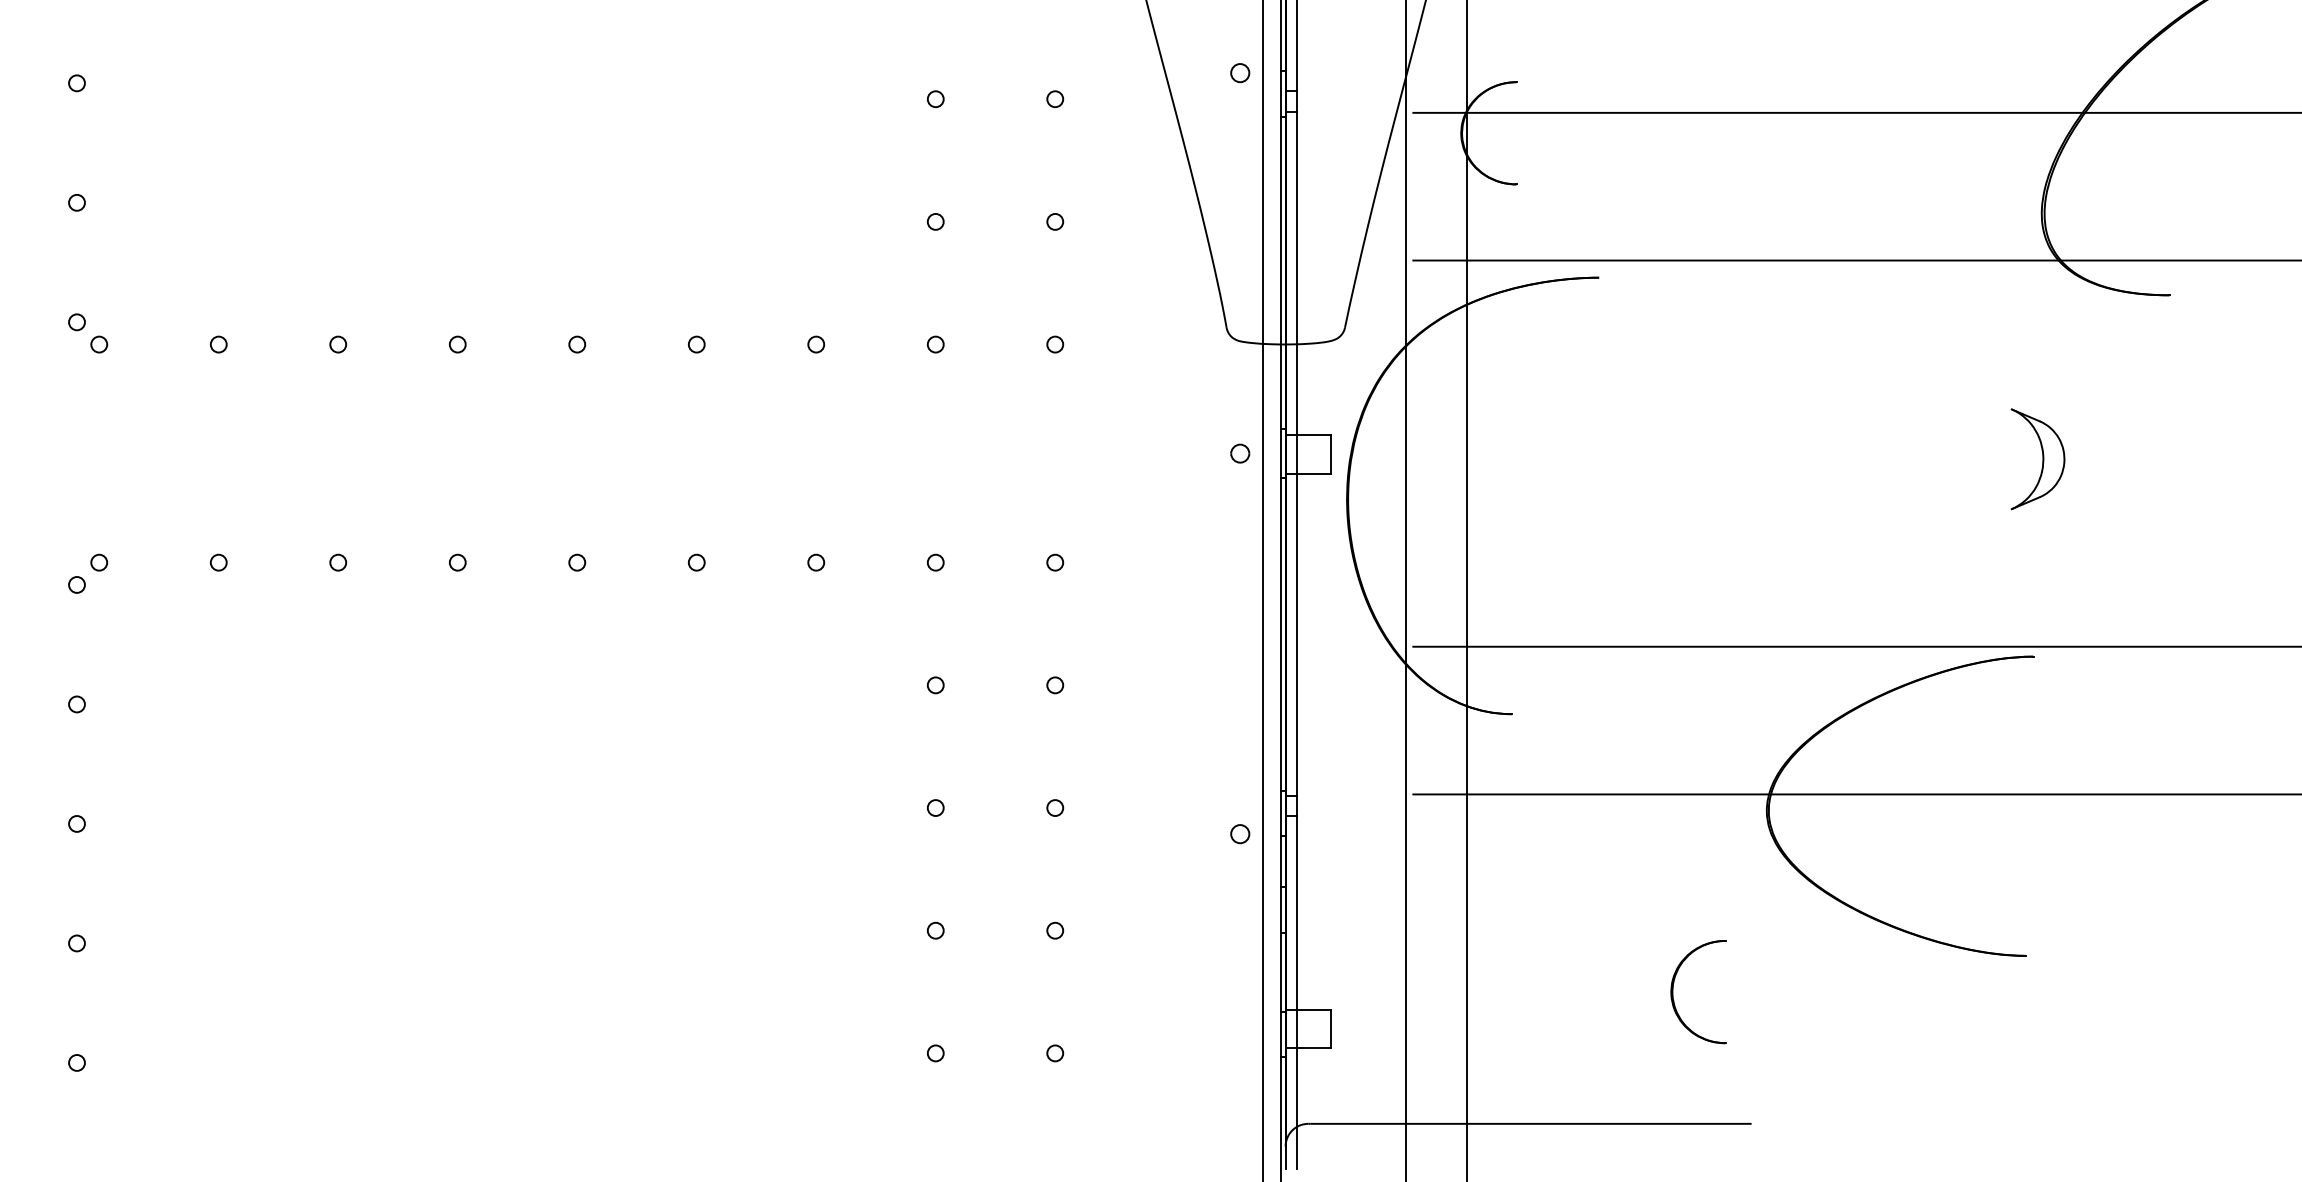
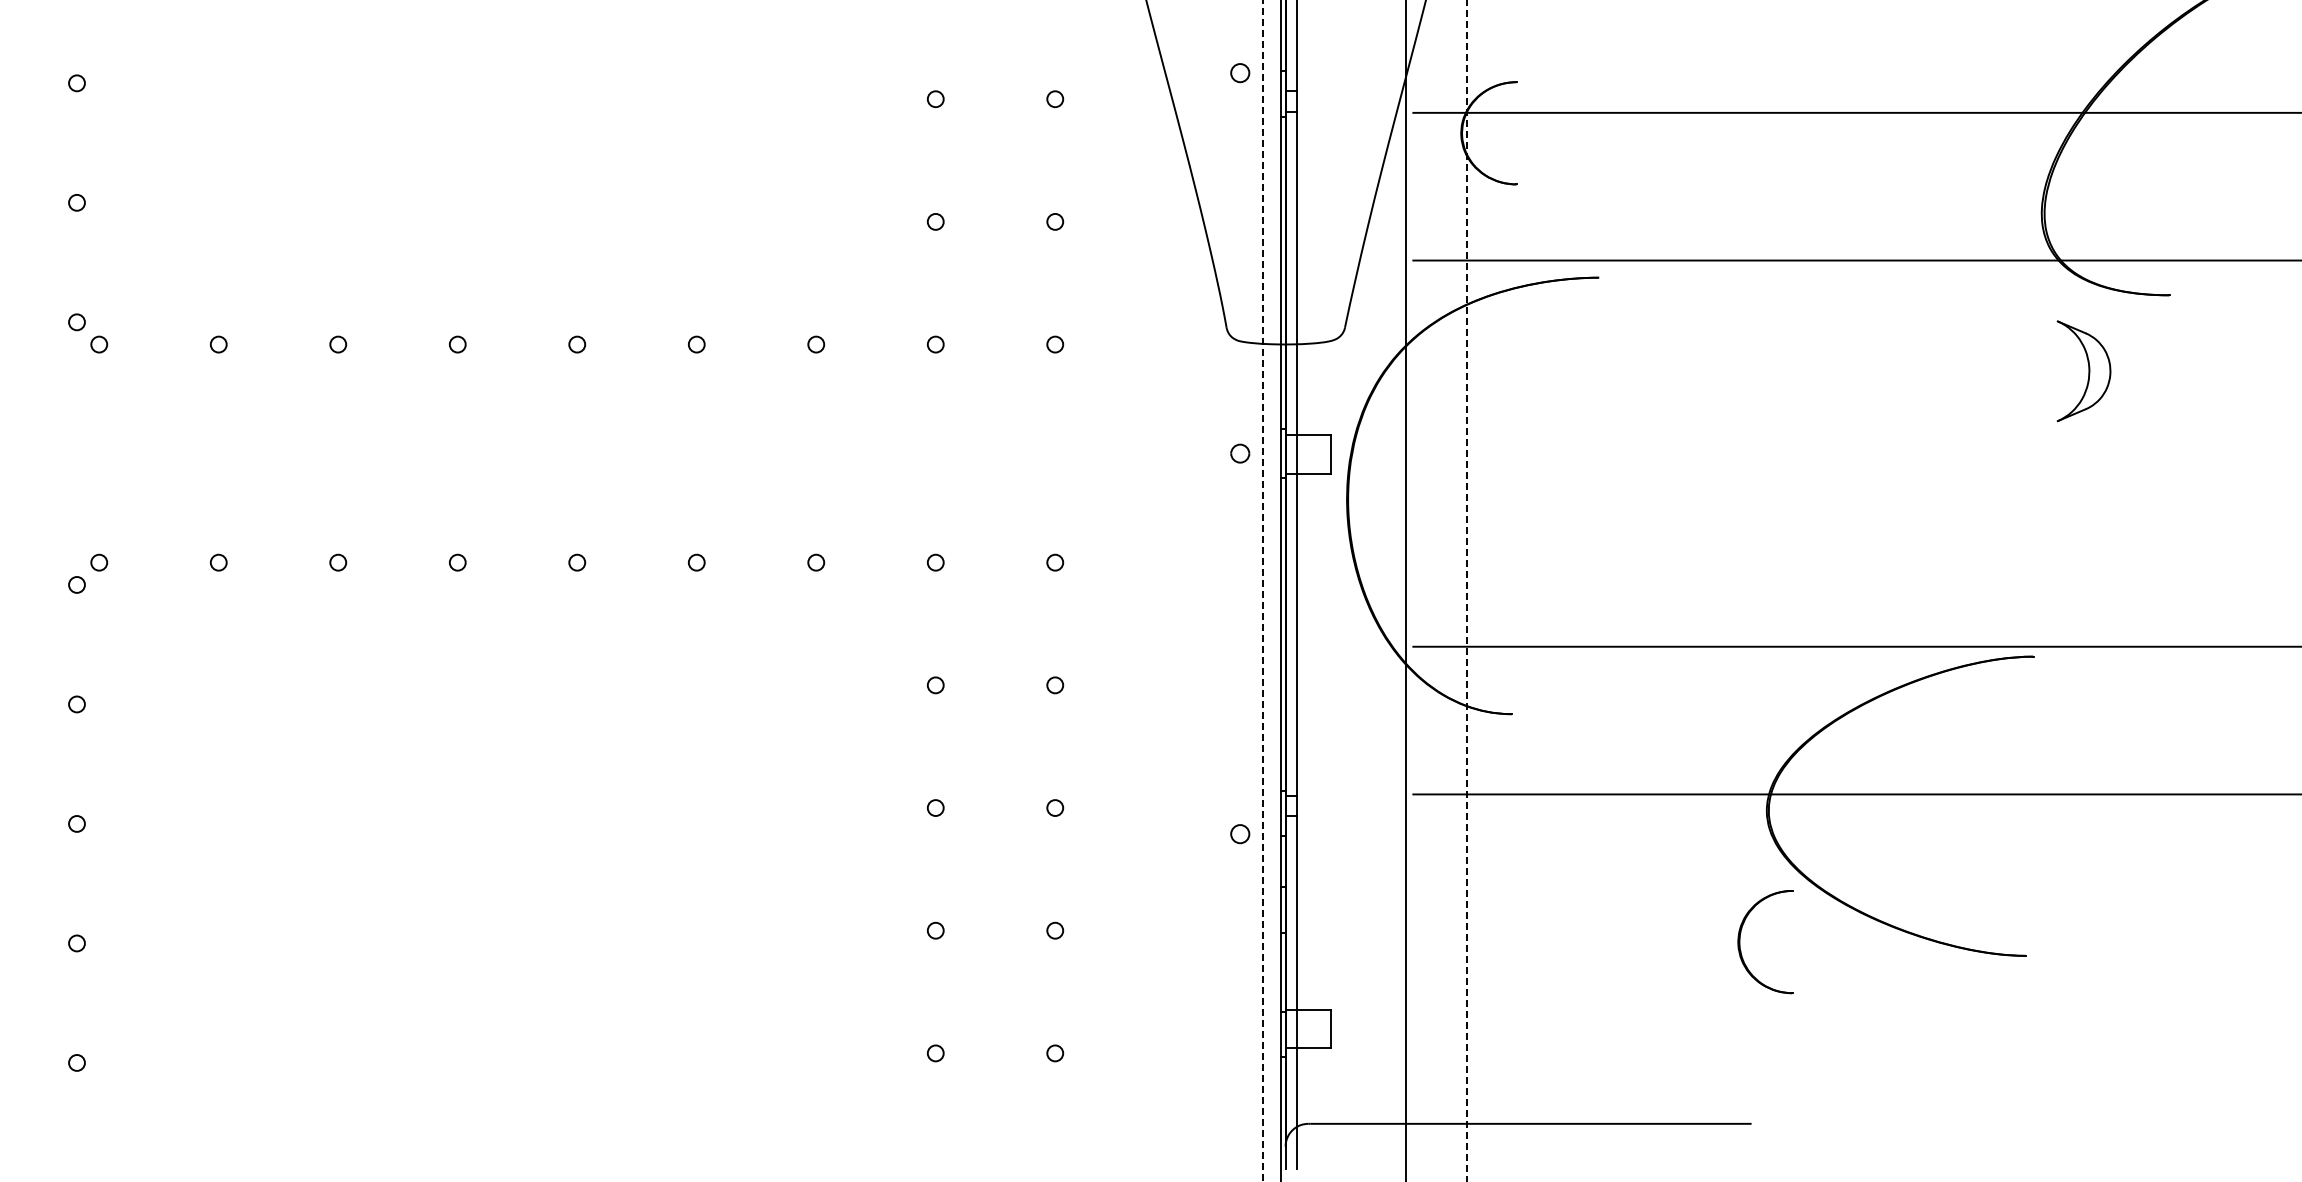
part at (2037, 459) position: (2037, 459) -> (2083, 371)
line at (1262, 591): solid -> dashed
line at (1466, 591): solid -> dashed
part at (1673, 992) position: (1673, 992) -> (1740, 942)
